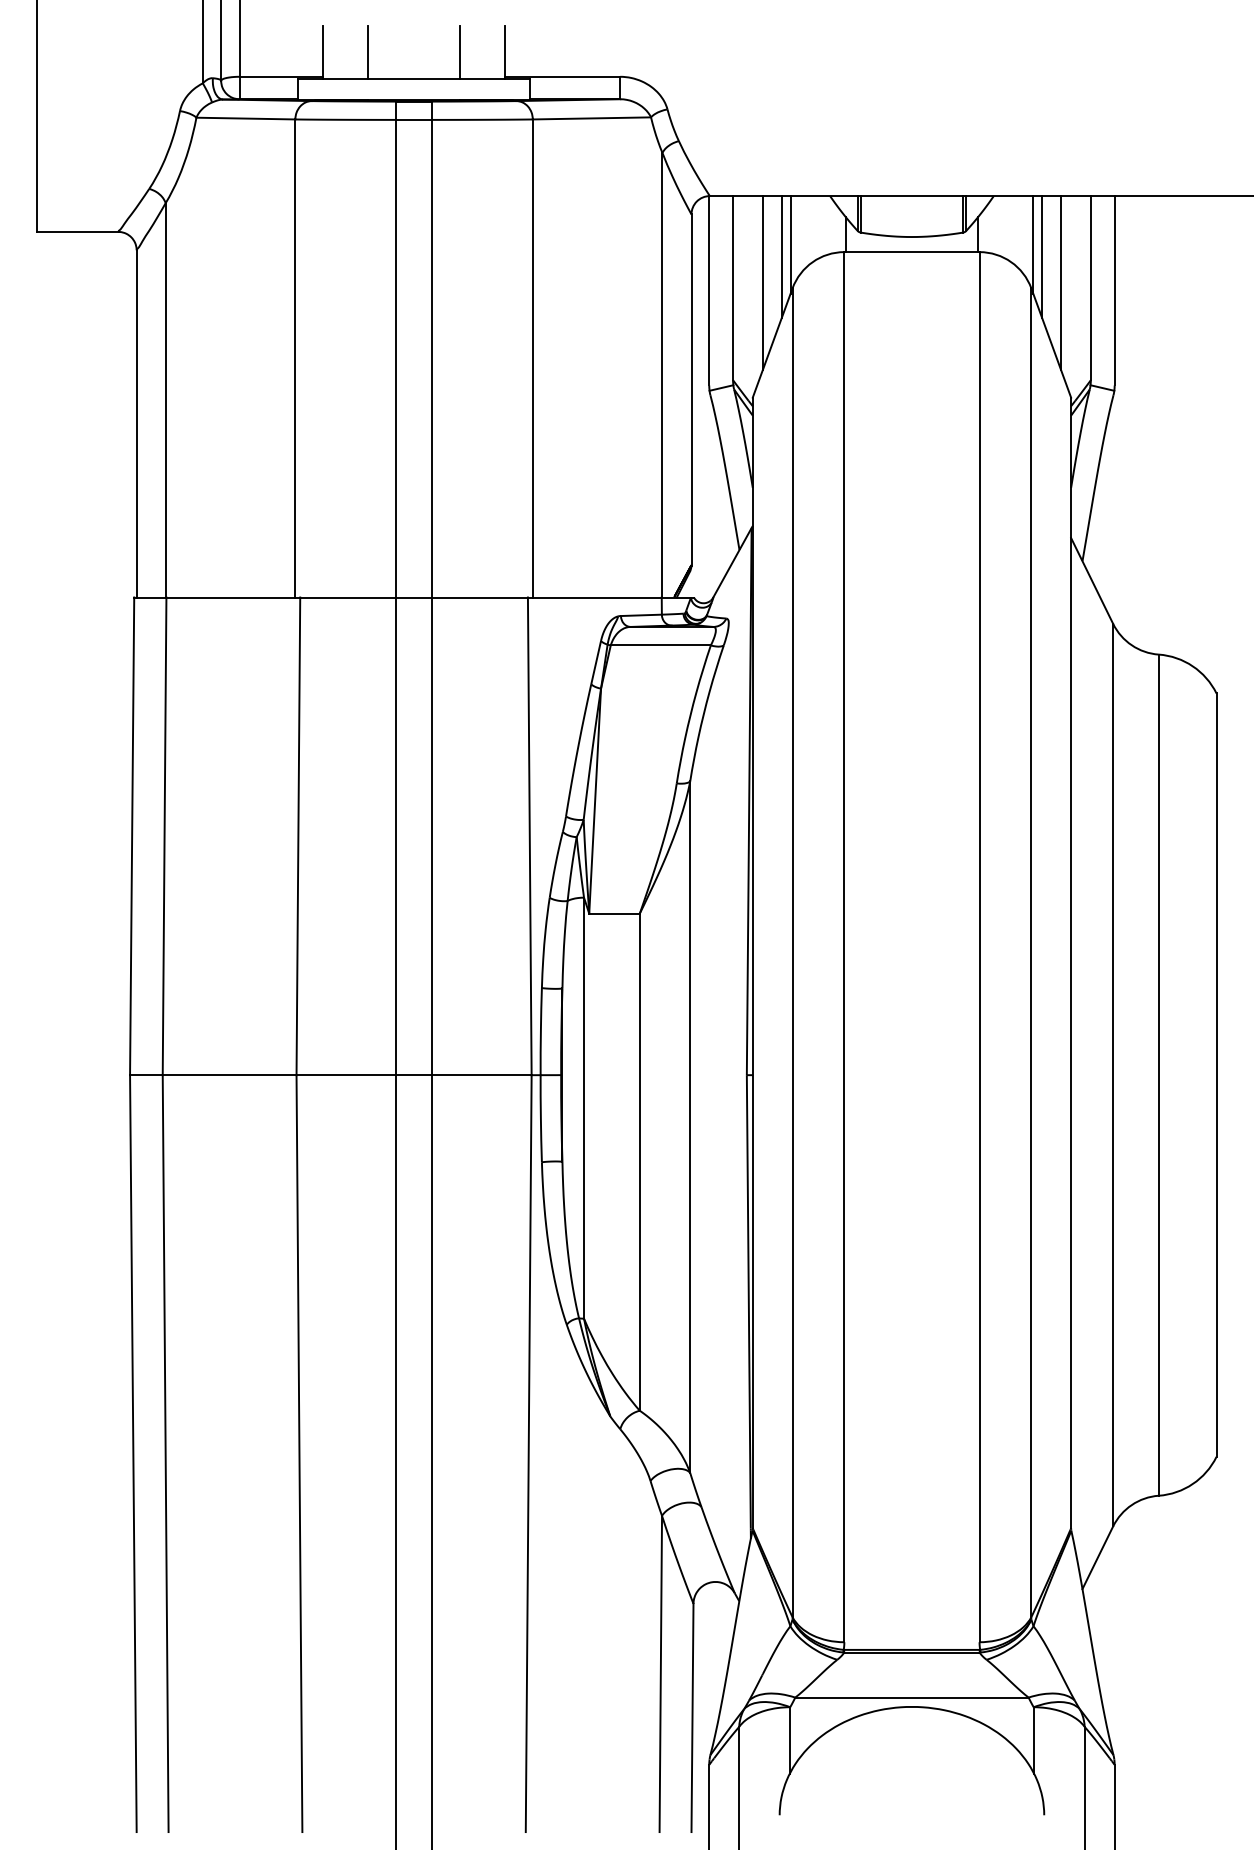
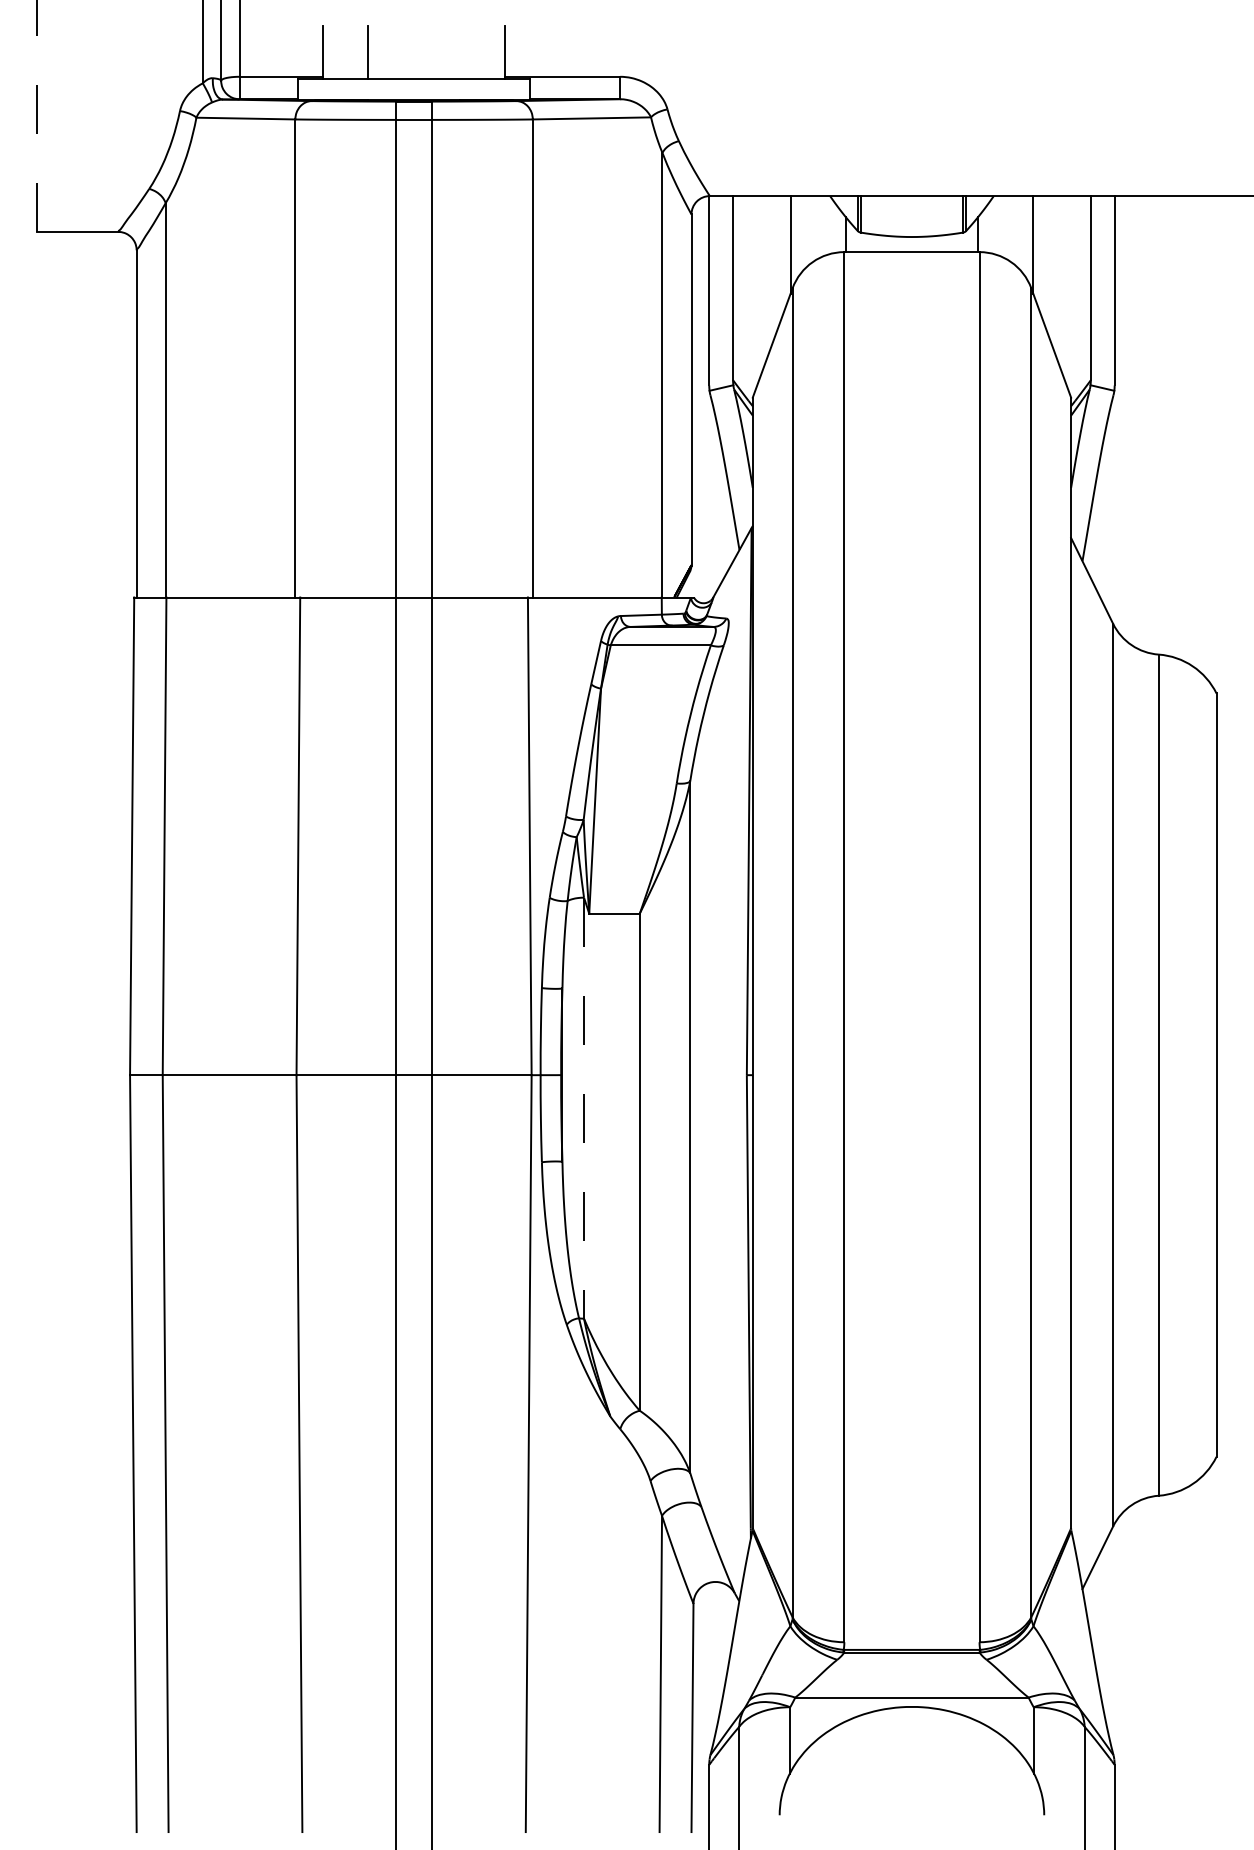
line at (459, 52): present -> none
line at (37, 116): solid -> dashed
line at (781, 256): present -> none
line at (1042, 256): present -> none
line at (763, 282): present -> none
line at (1060, 282): present -> none
line at (584, 1108): solid -> dashed
